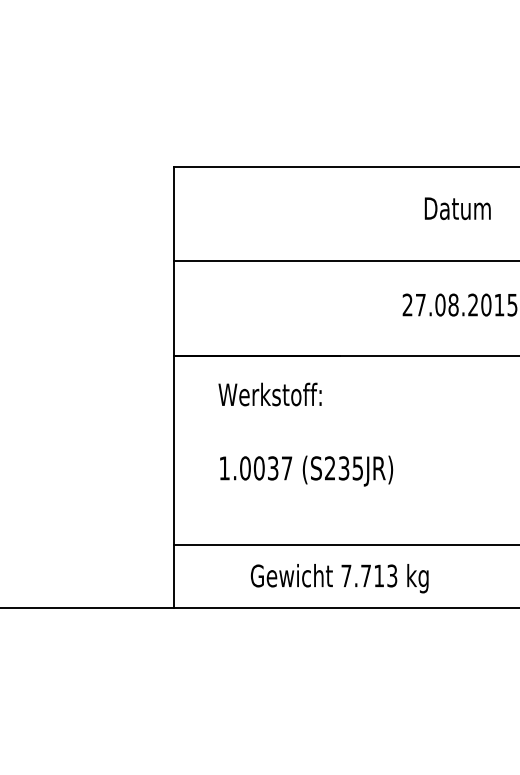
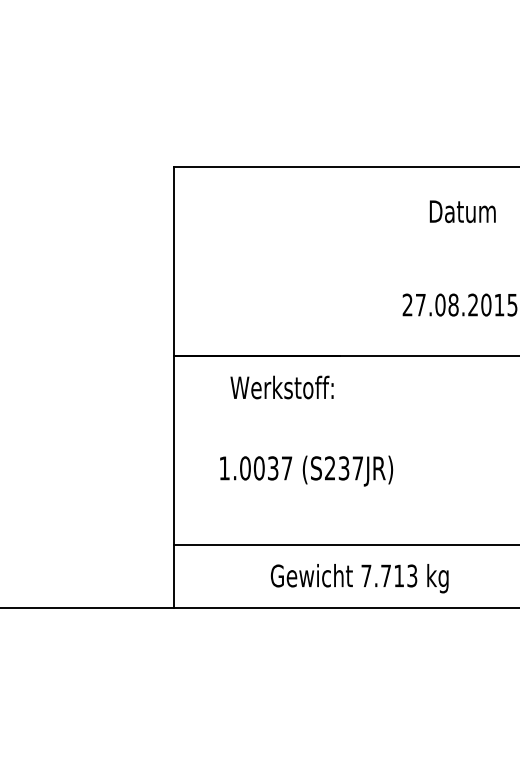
text at (457, 208) position: (457, 208) -> (462, 211)
line at (345, 261): present -> none
text at (269, 394) position: (269, 394) -> (281, 387)
text at (357, 468): (S235JR) -> (S237JR)
text at (339, 578) position: (339, 578) -> (359, 578)
